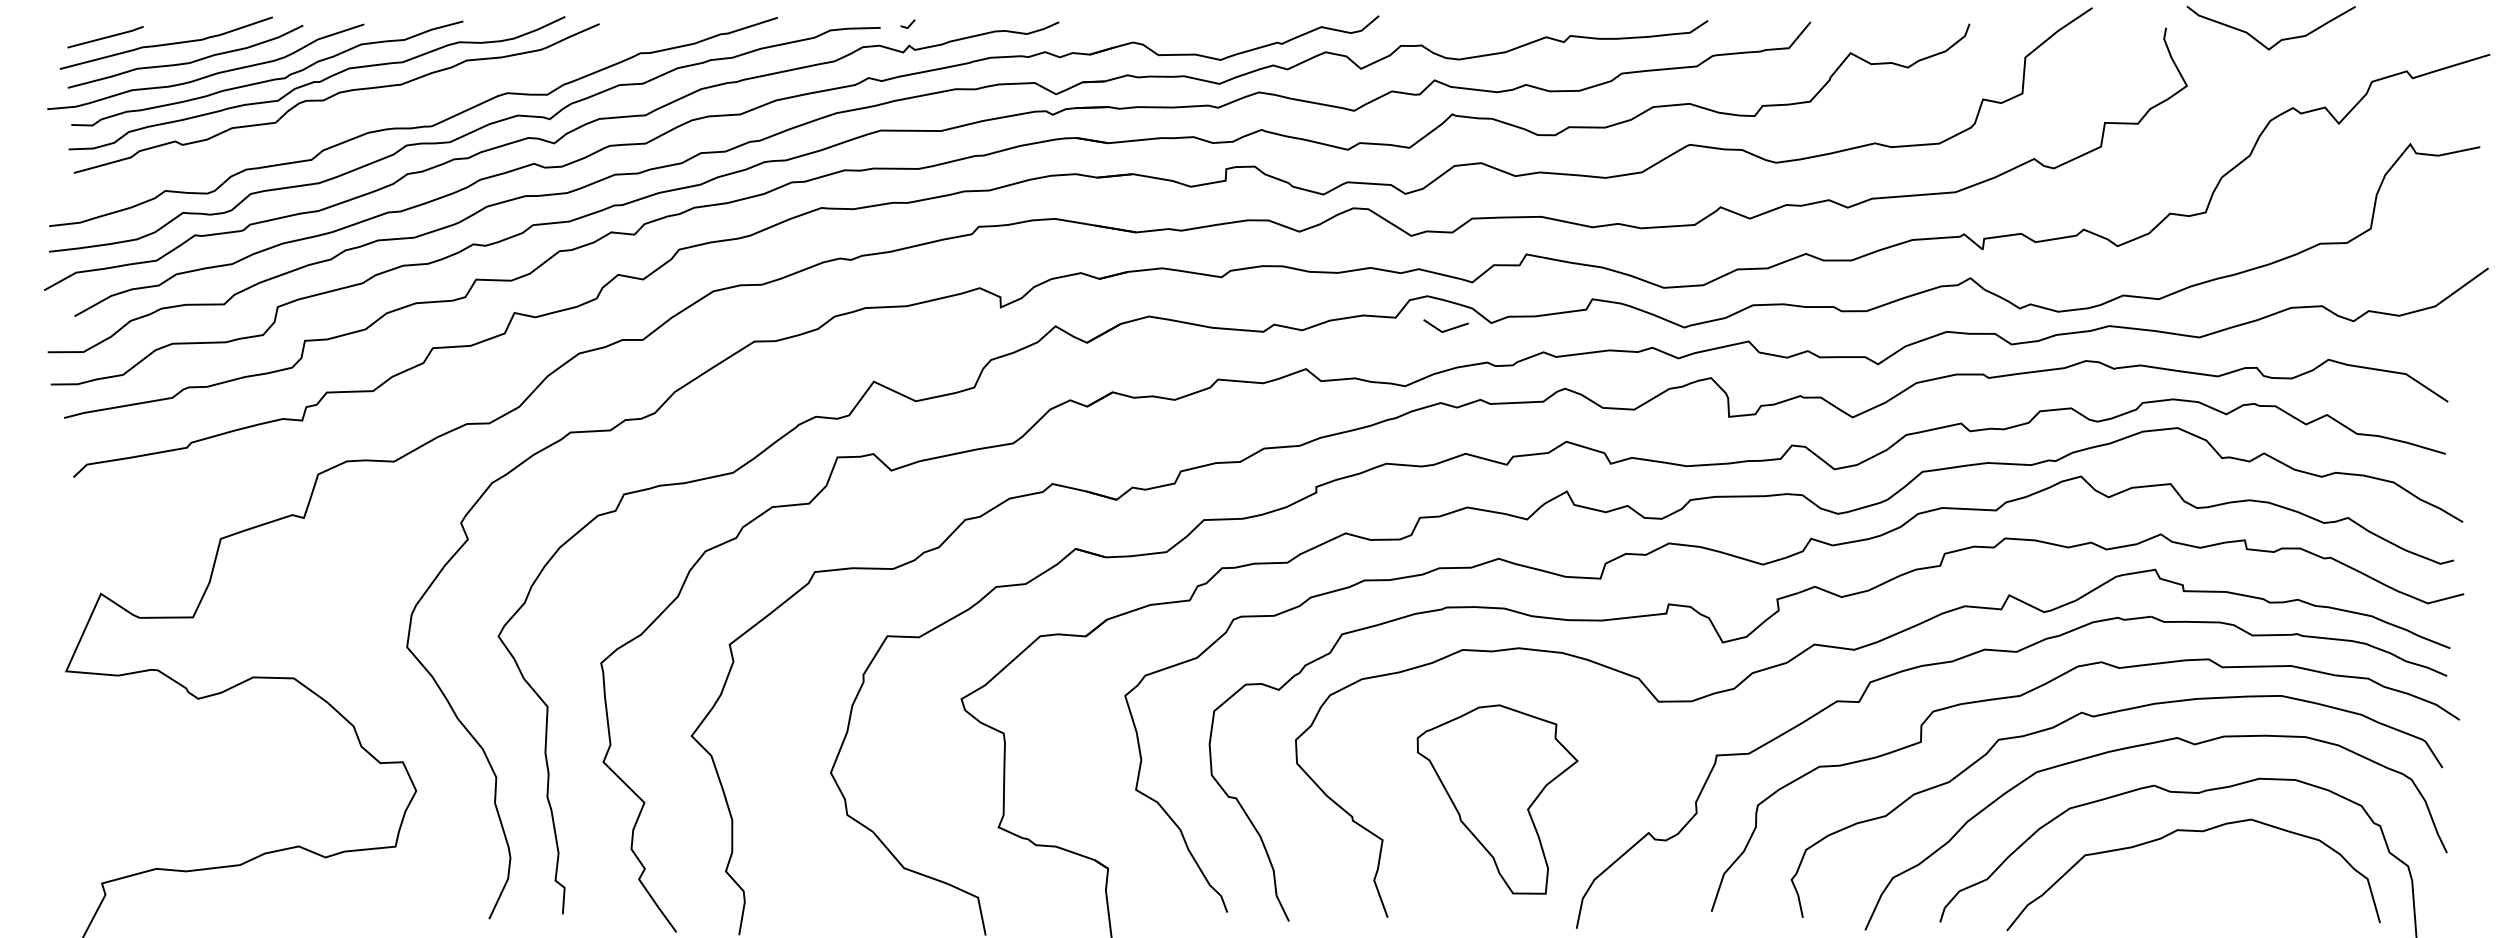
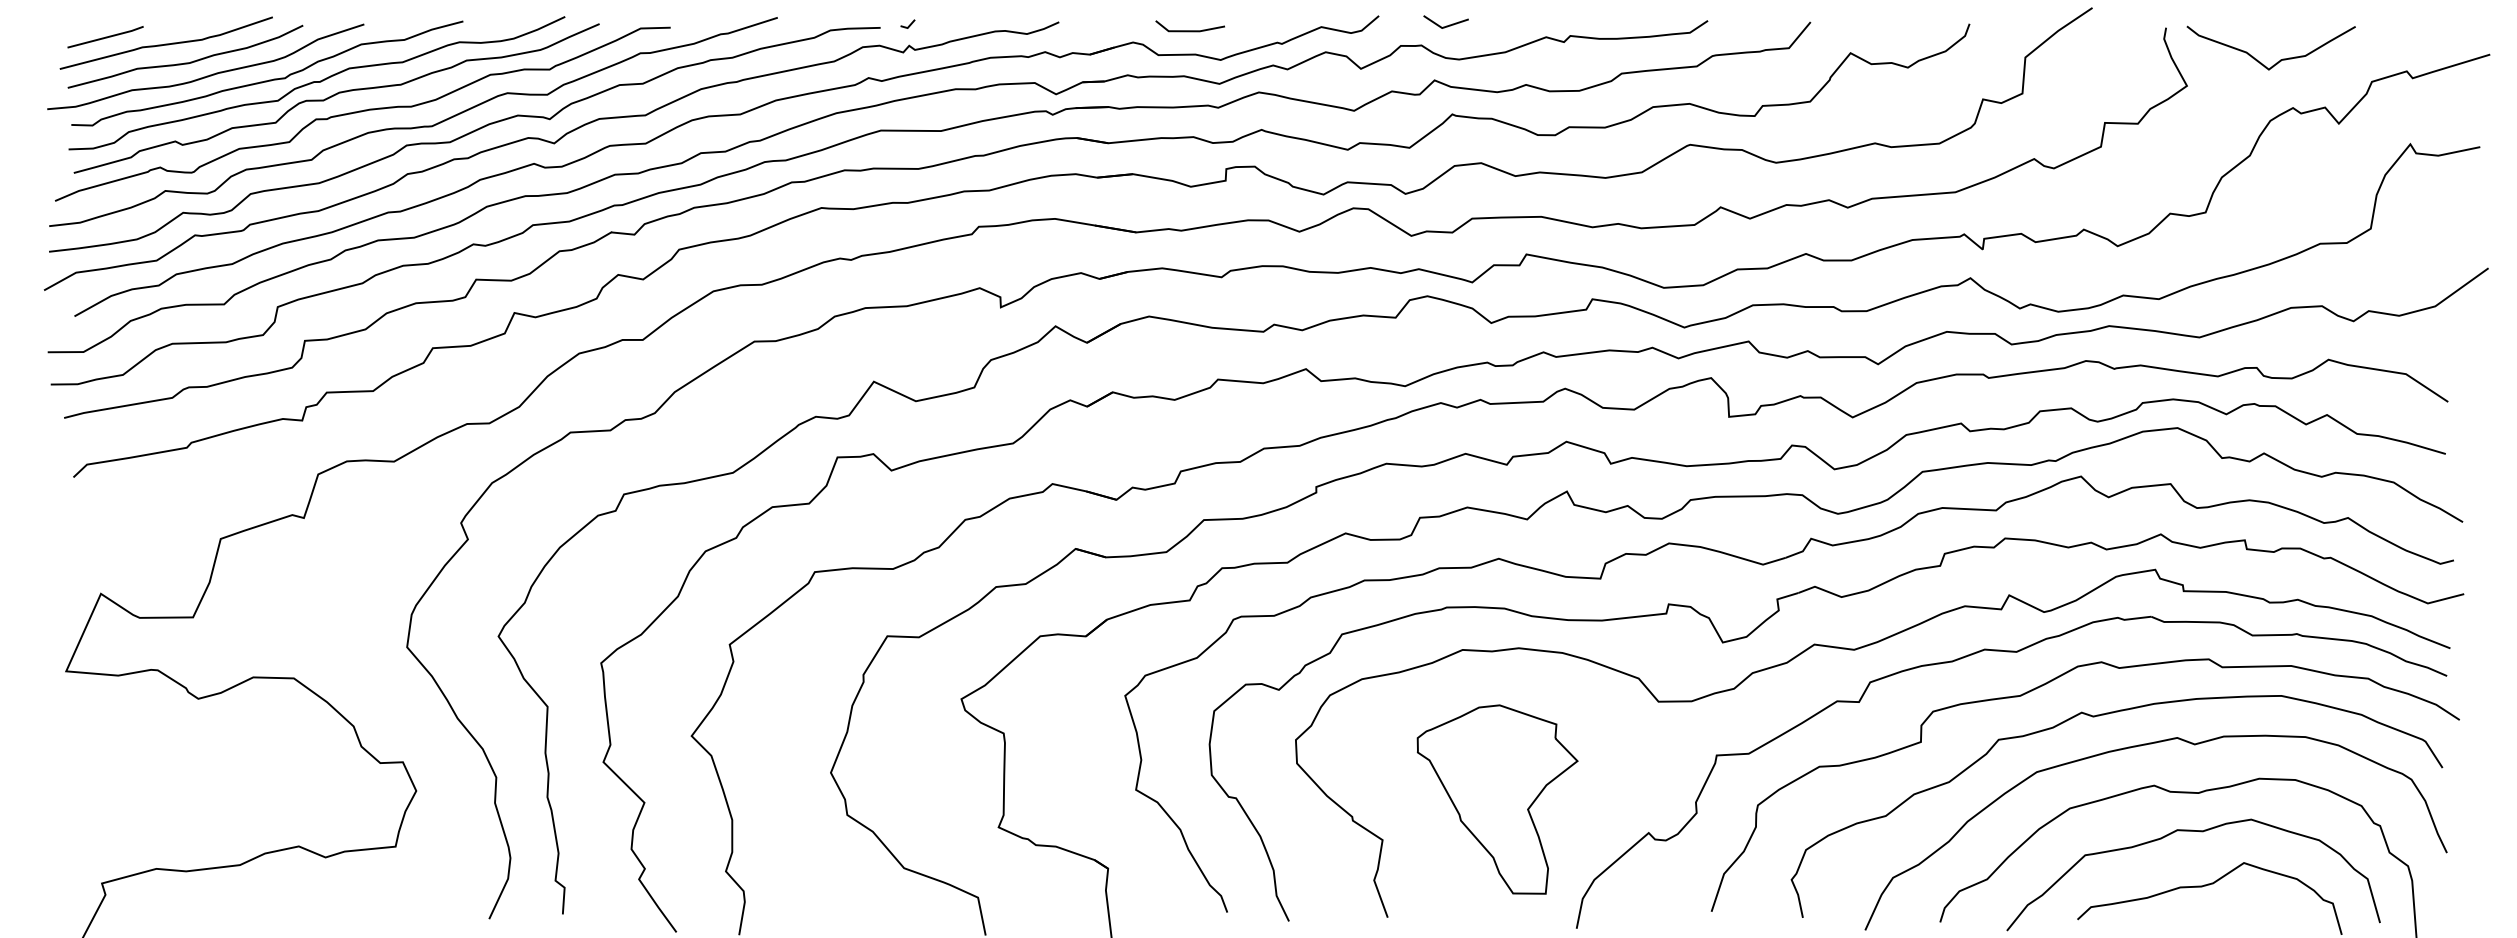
line at (1189, 30): none -> present
curve at (2280, 39) position: (2280, 39) -> (2280, 59)
curve at (361, 112): none -> present
line at (1446, 329) position: (1446, 329) -> (1446, 25)
curve at (2206, 886): none -> present
